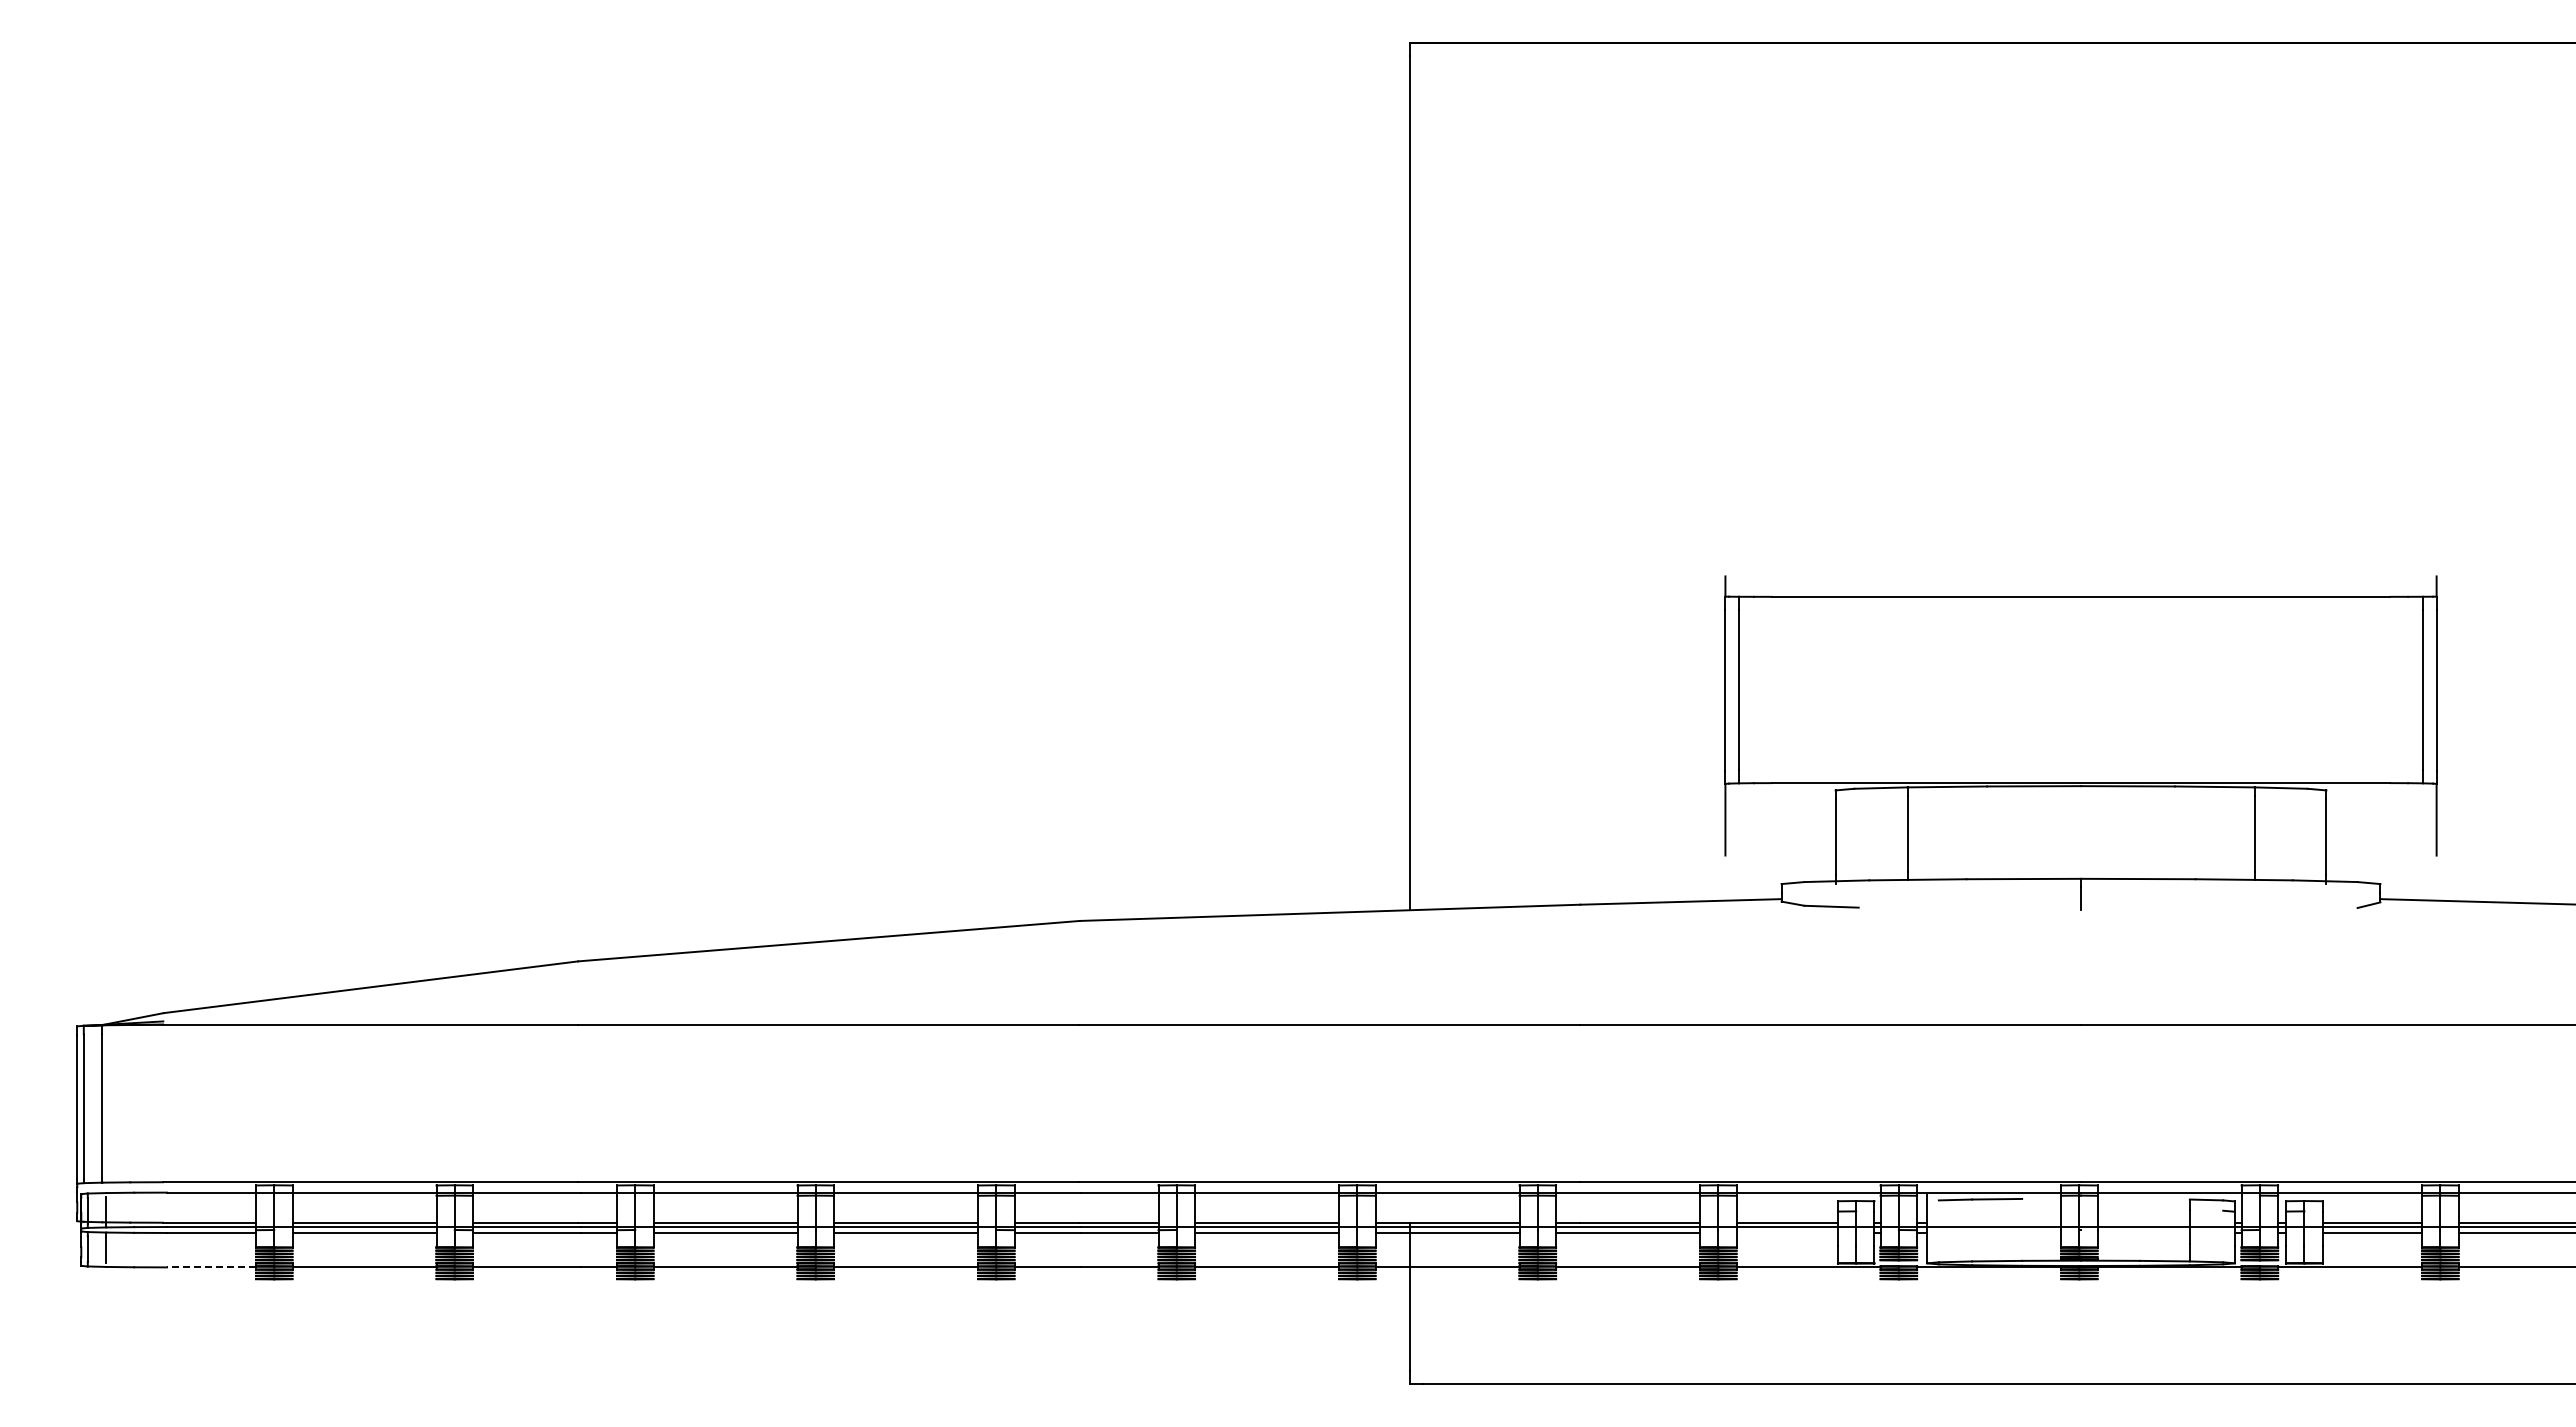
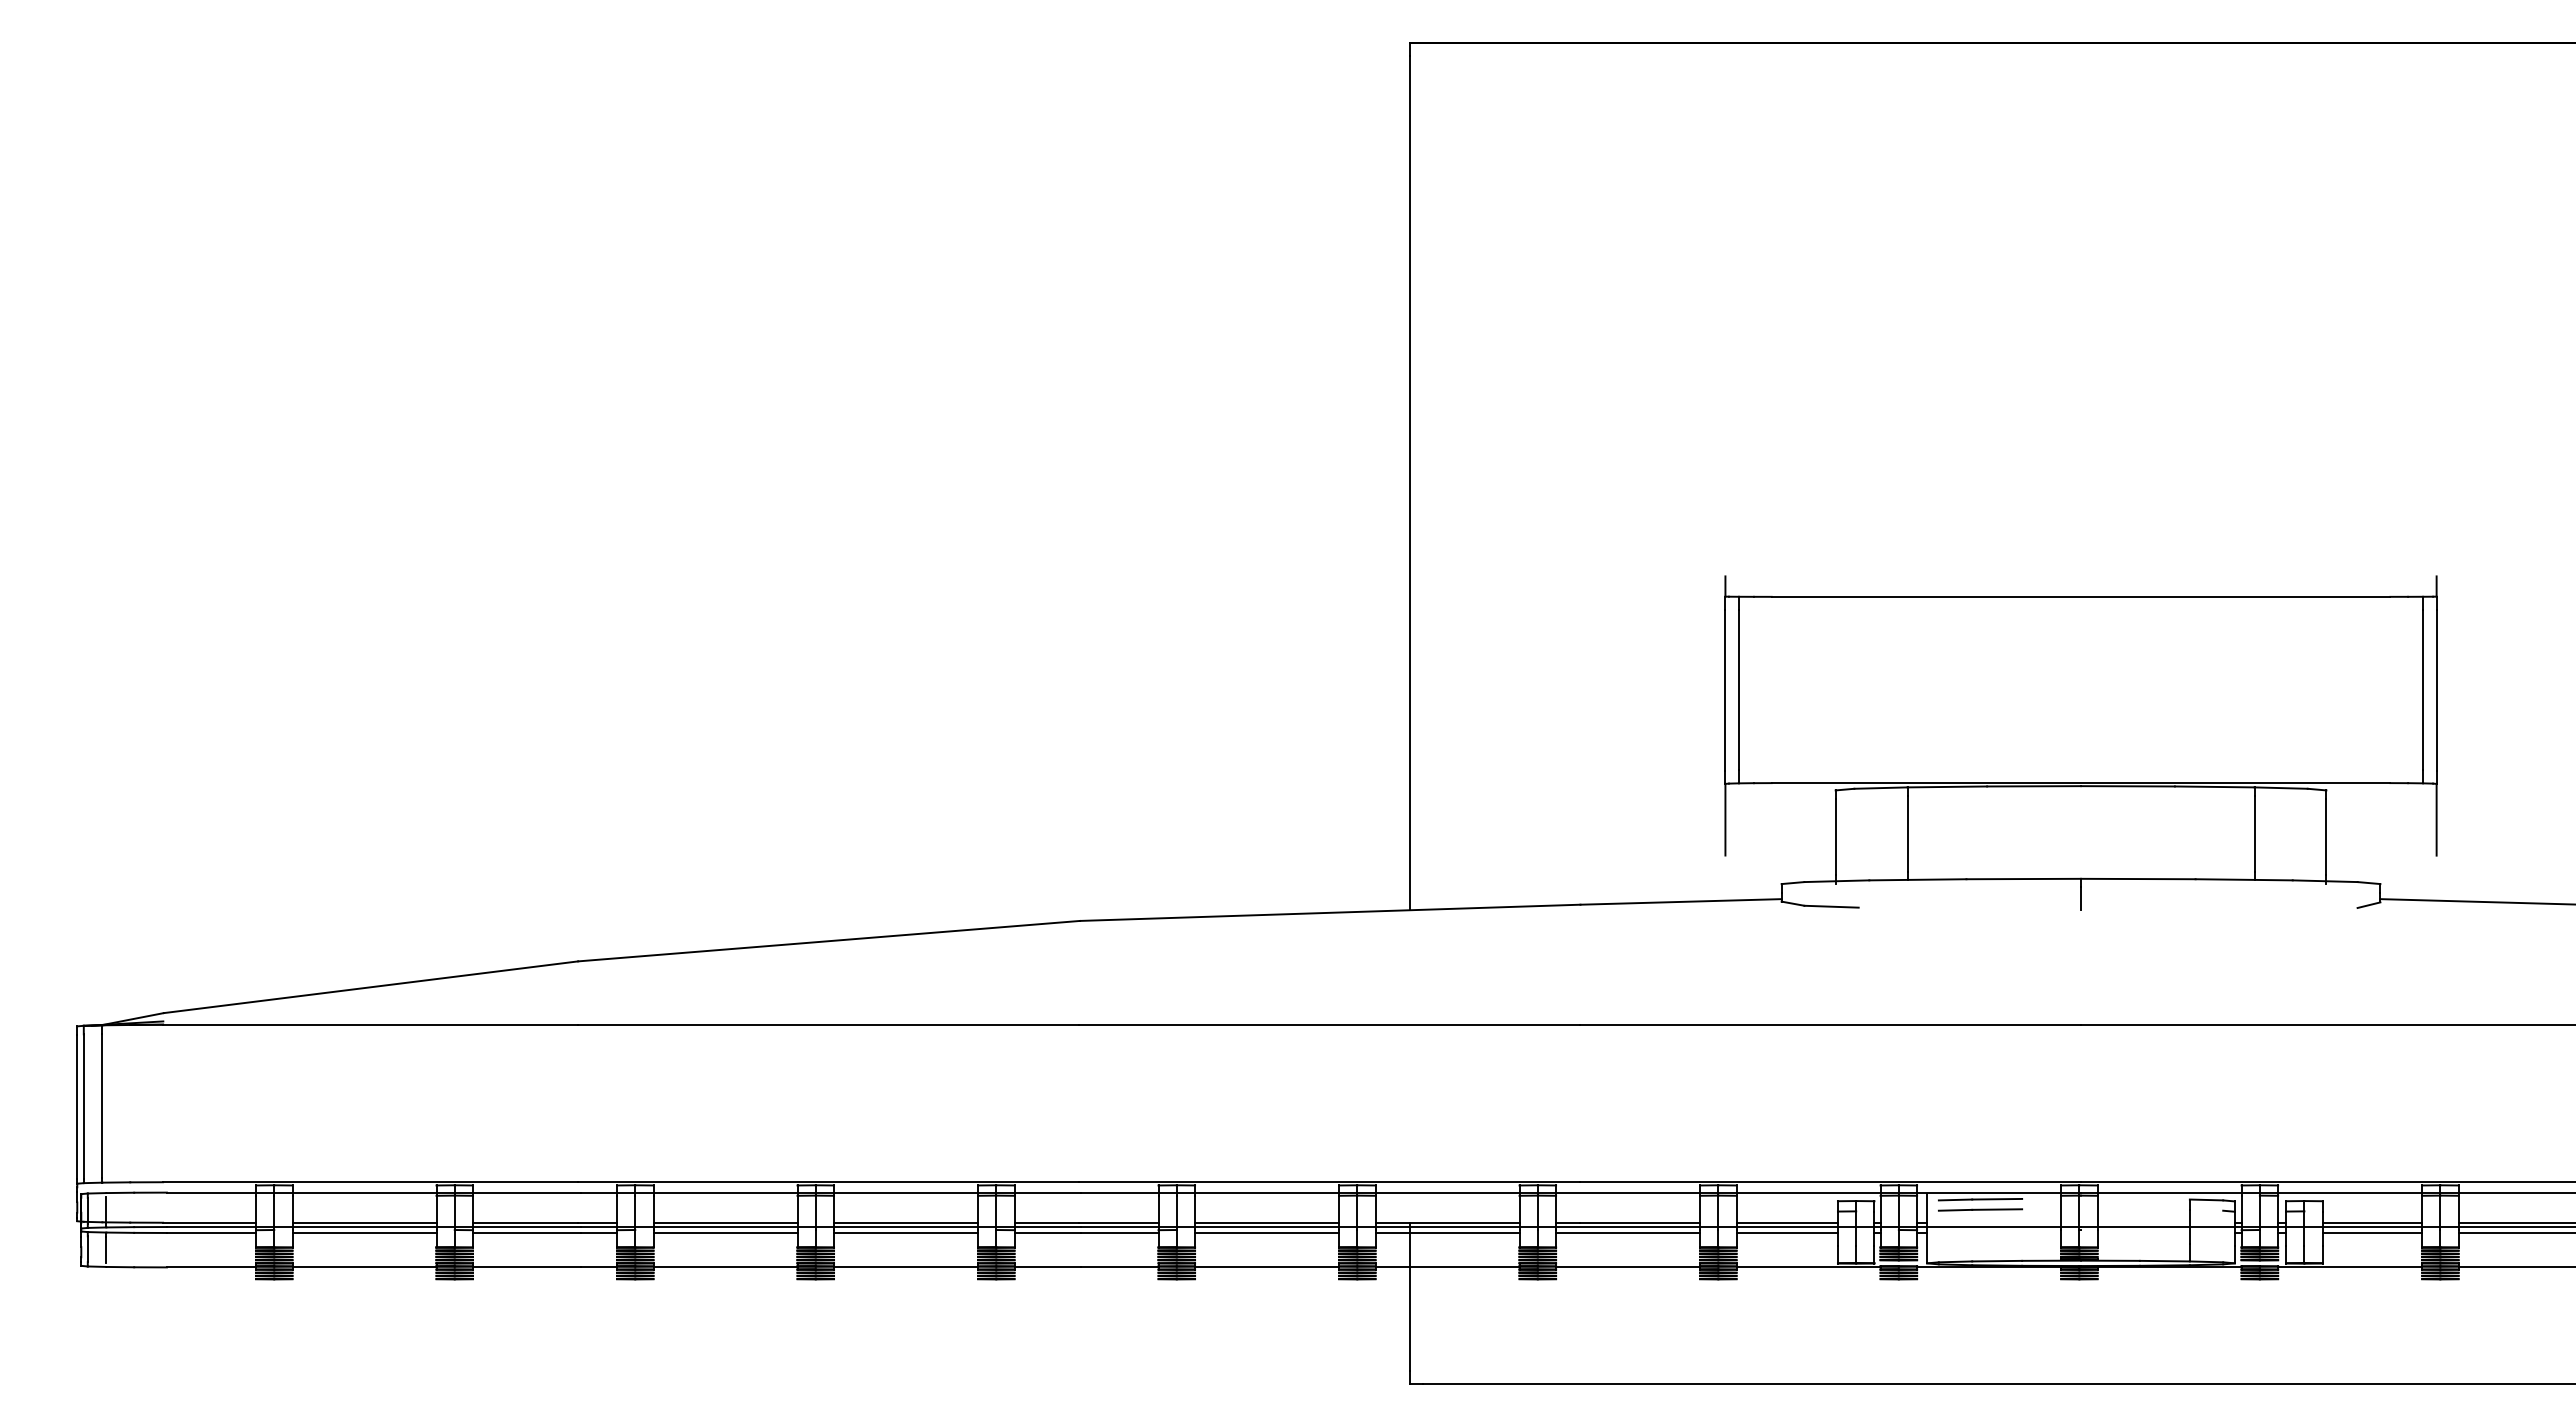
line at (1980, 1209): none -> present
line at (1786, 1232): none -> present
line at (211, 1267): dashed -> solid
